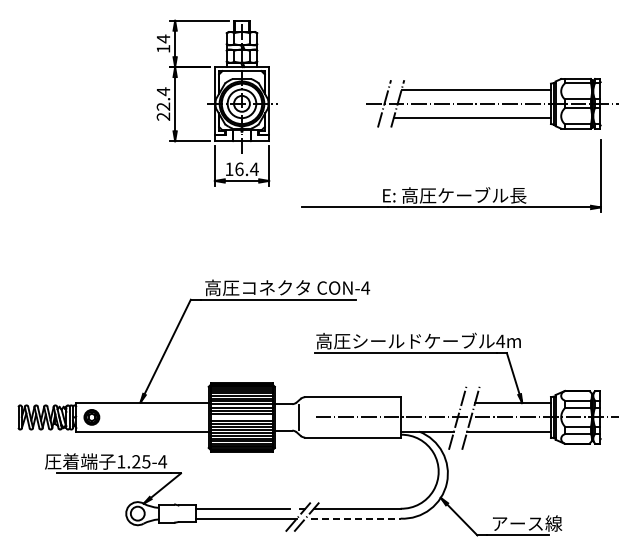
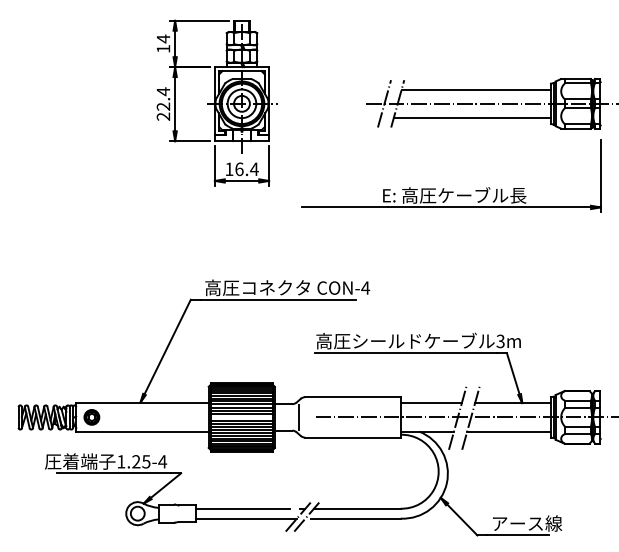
text at (500, 341): 4m -> 3m
line at (430, 403): none -> present
line at (355, 518): dashed -> solid
